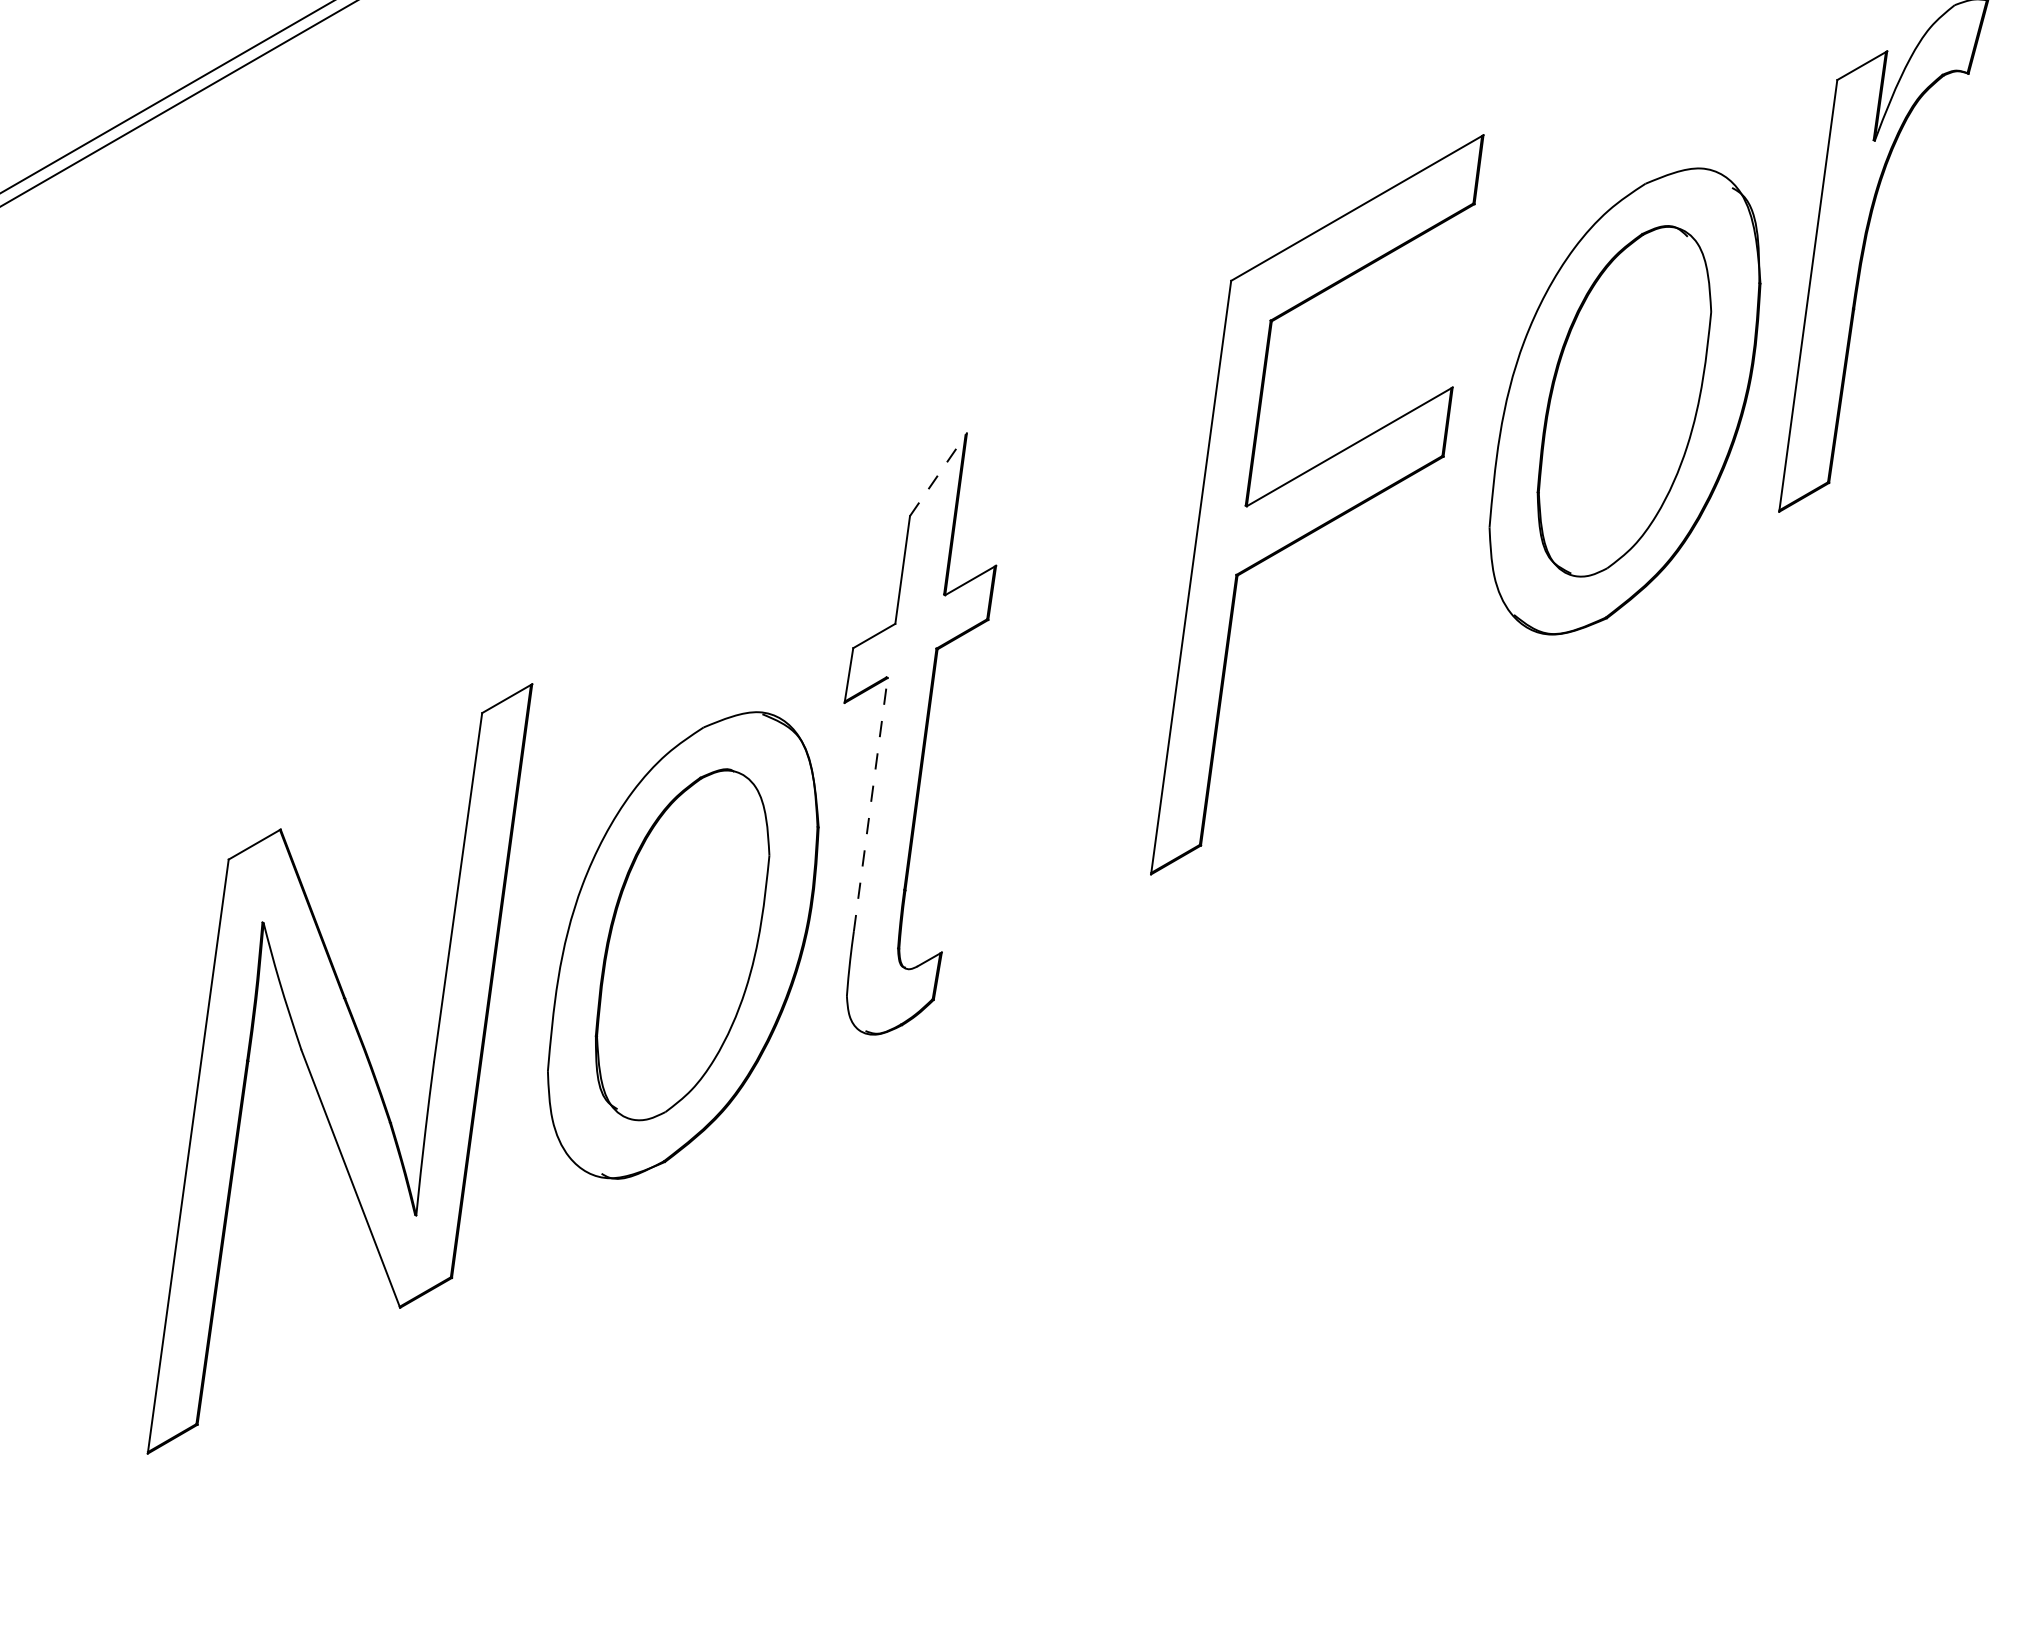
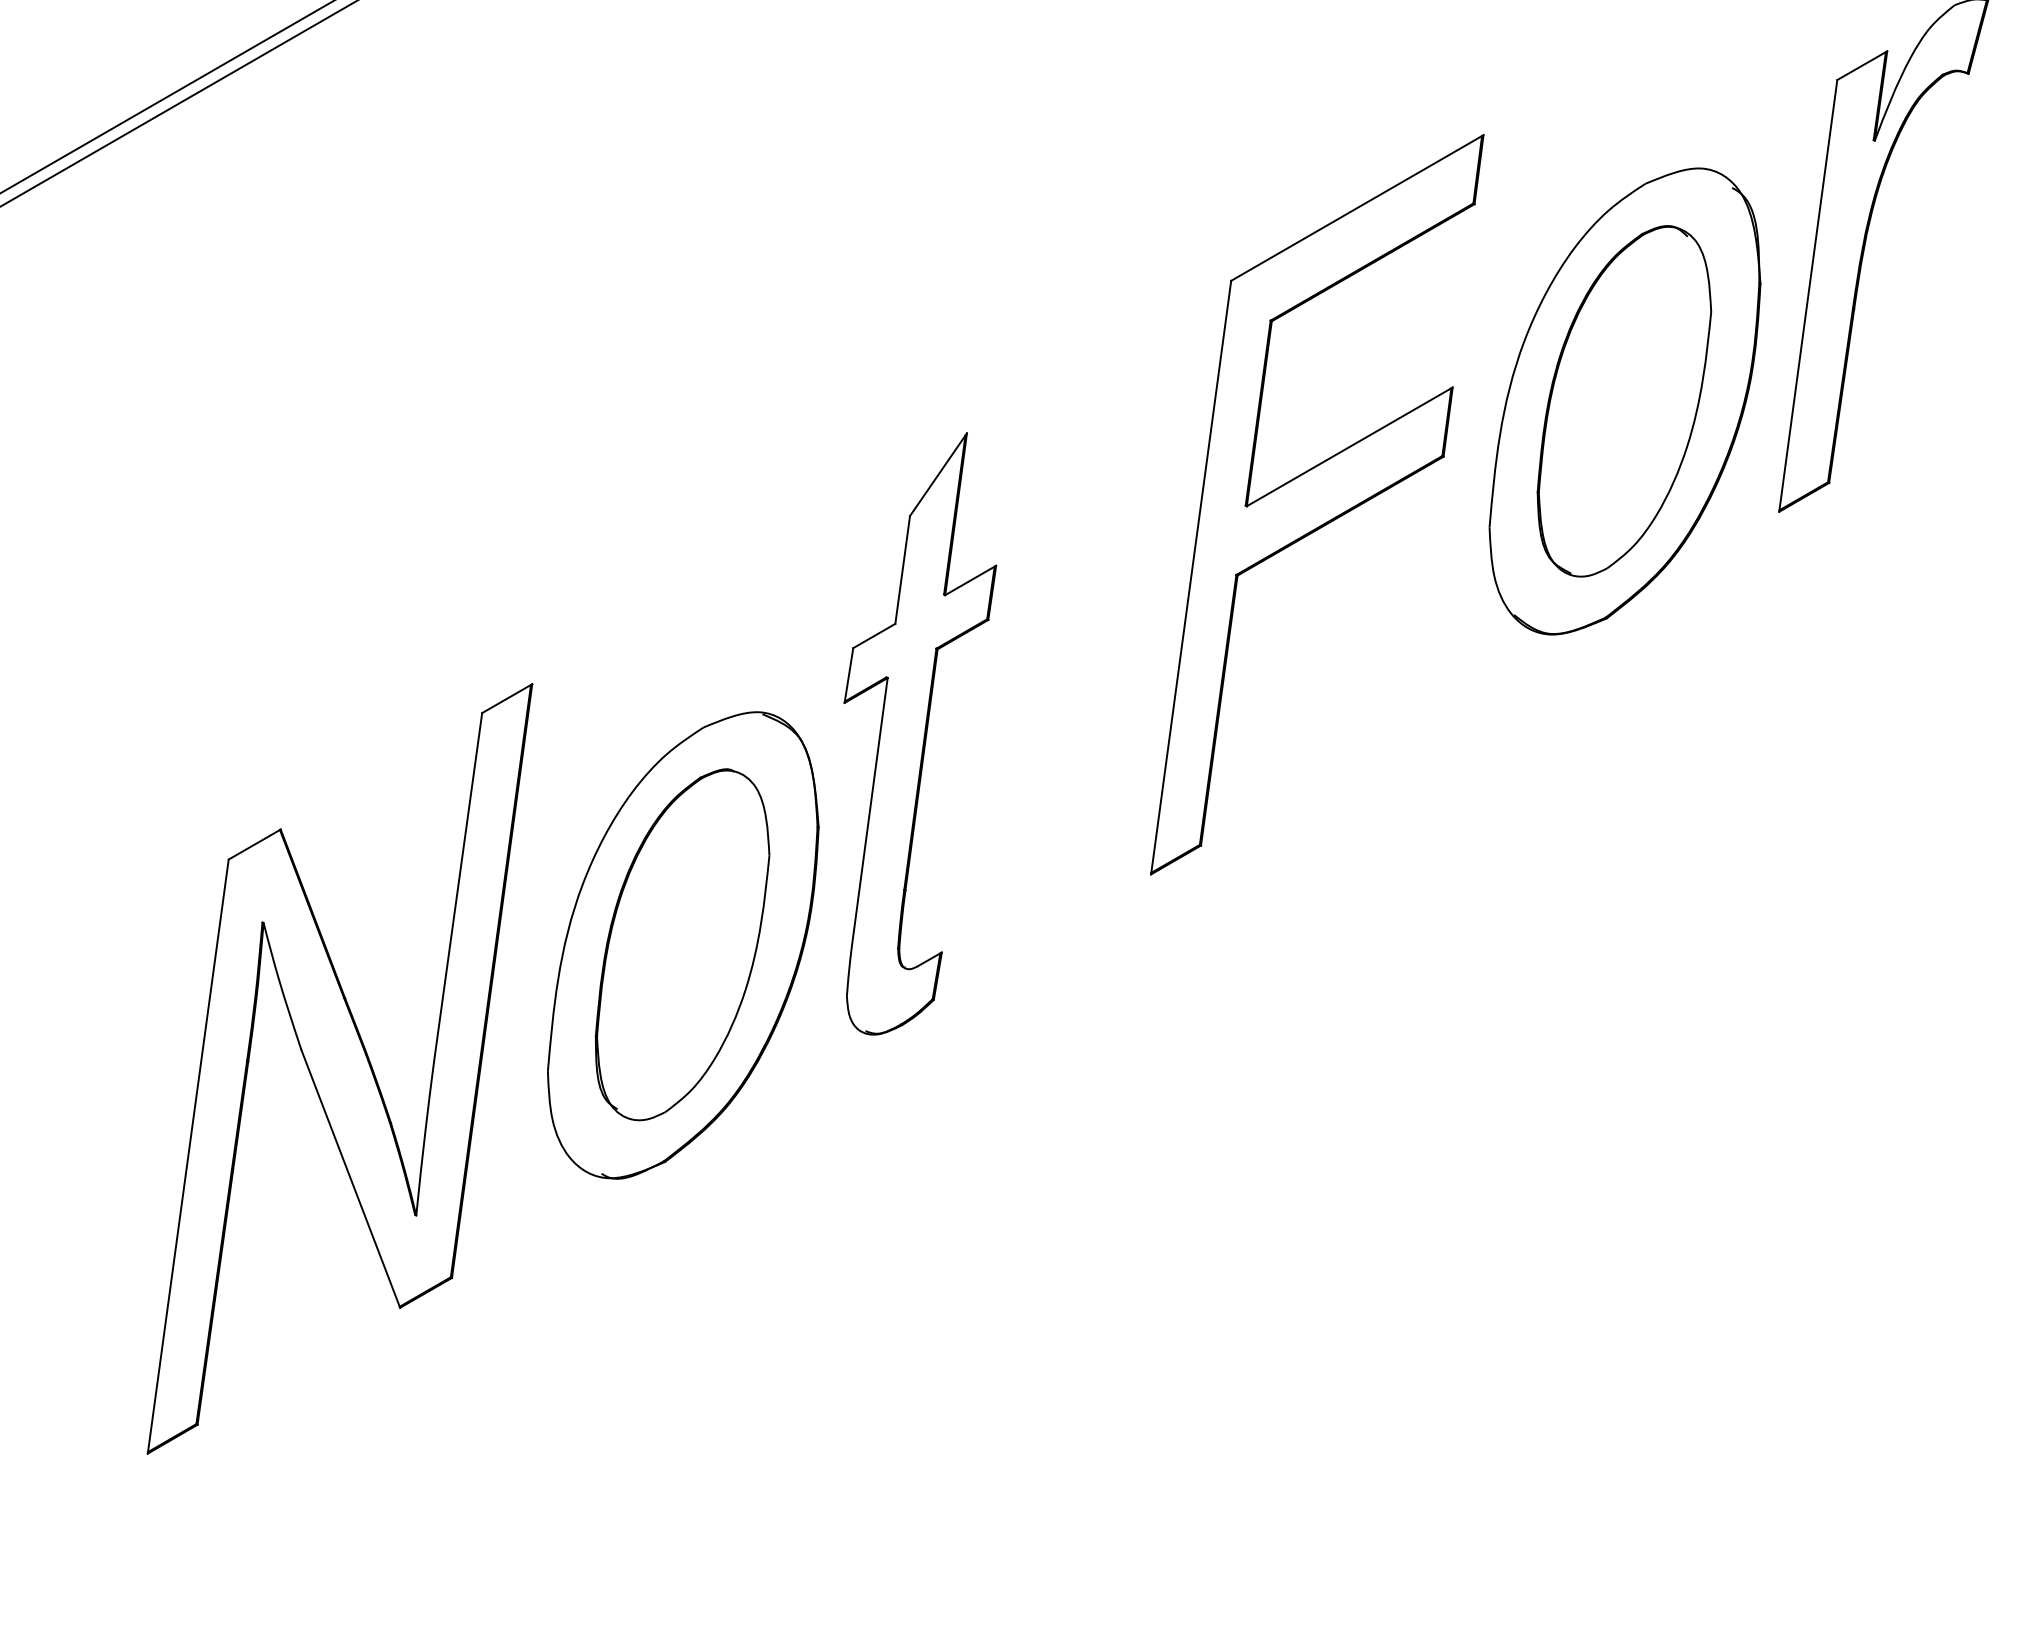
line at (938, 474): dashed -> solid
line at (870, 804): dashed -> solid
